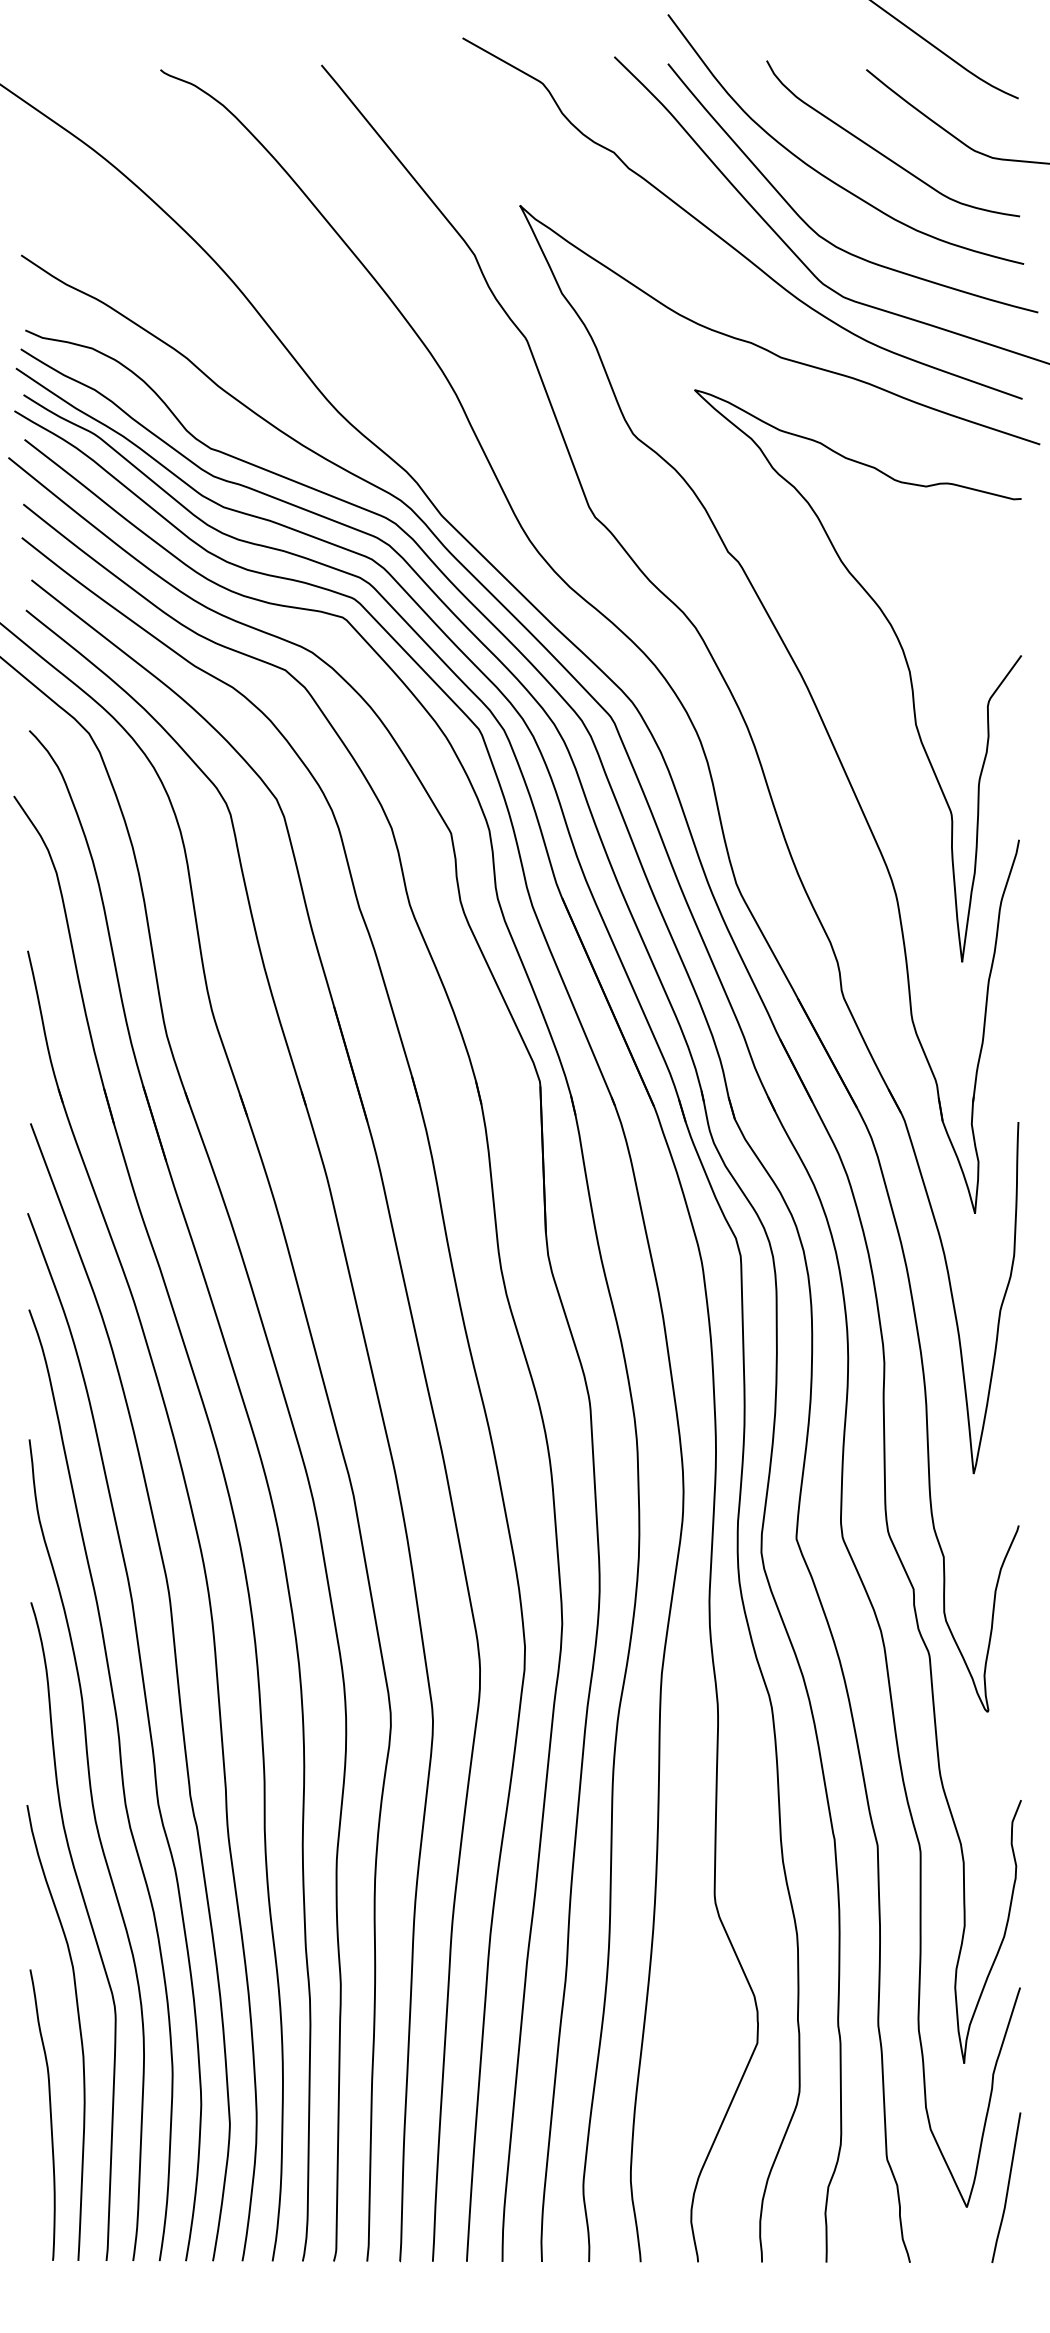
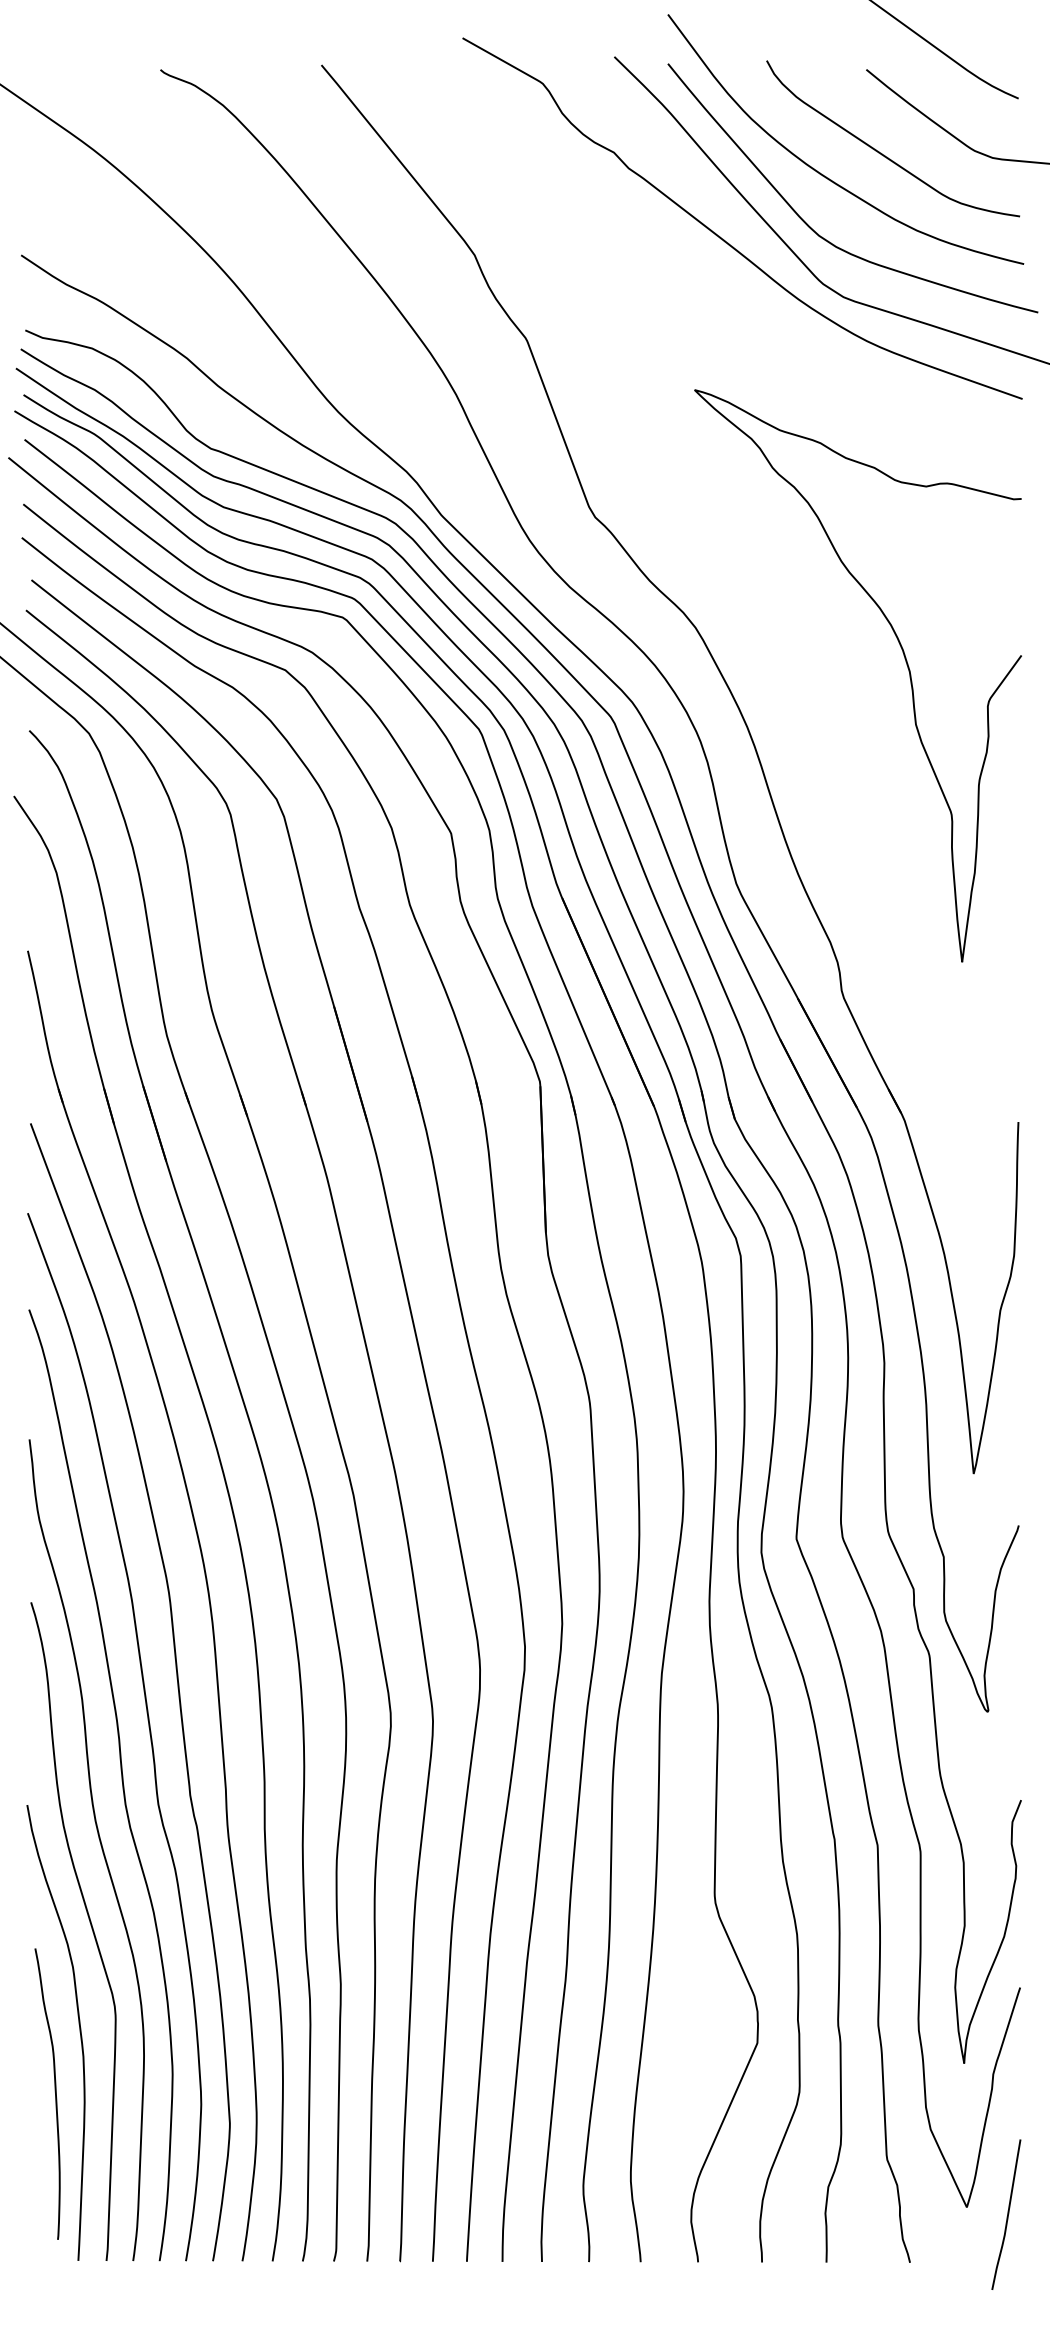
part at (810, 697): present -> none
curve at (49, 2112) position: (49, 2112) -> (54, 2091)
curve at (1007, 2187) position: (1007, 2187) -> (1007, 2214)
